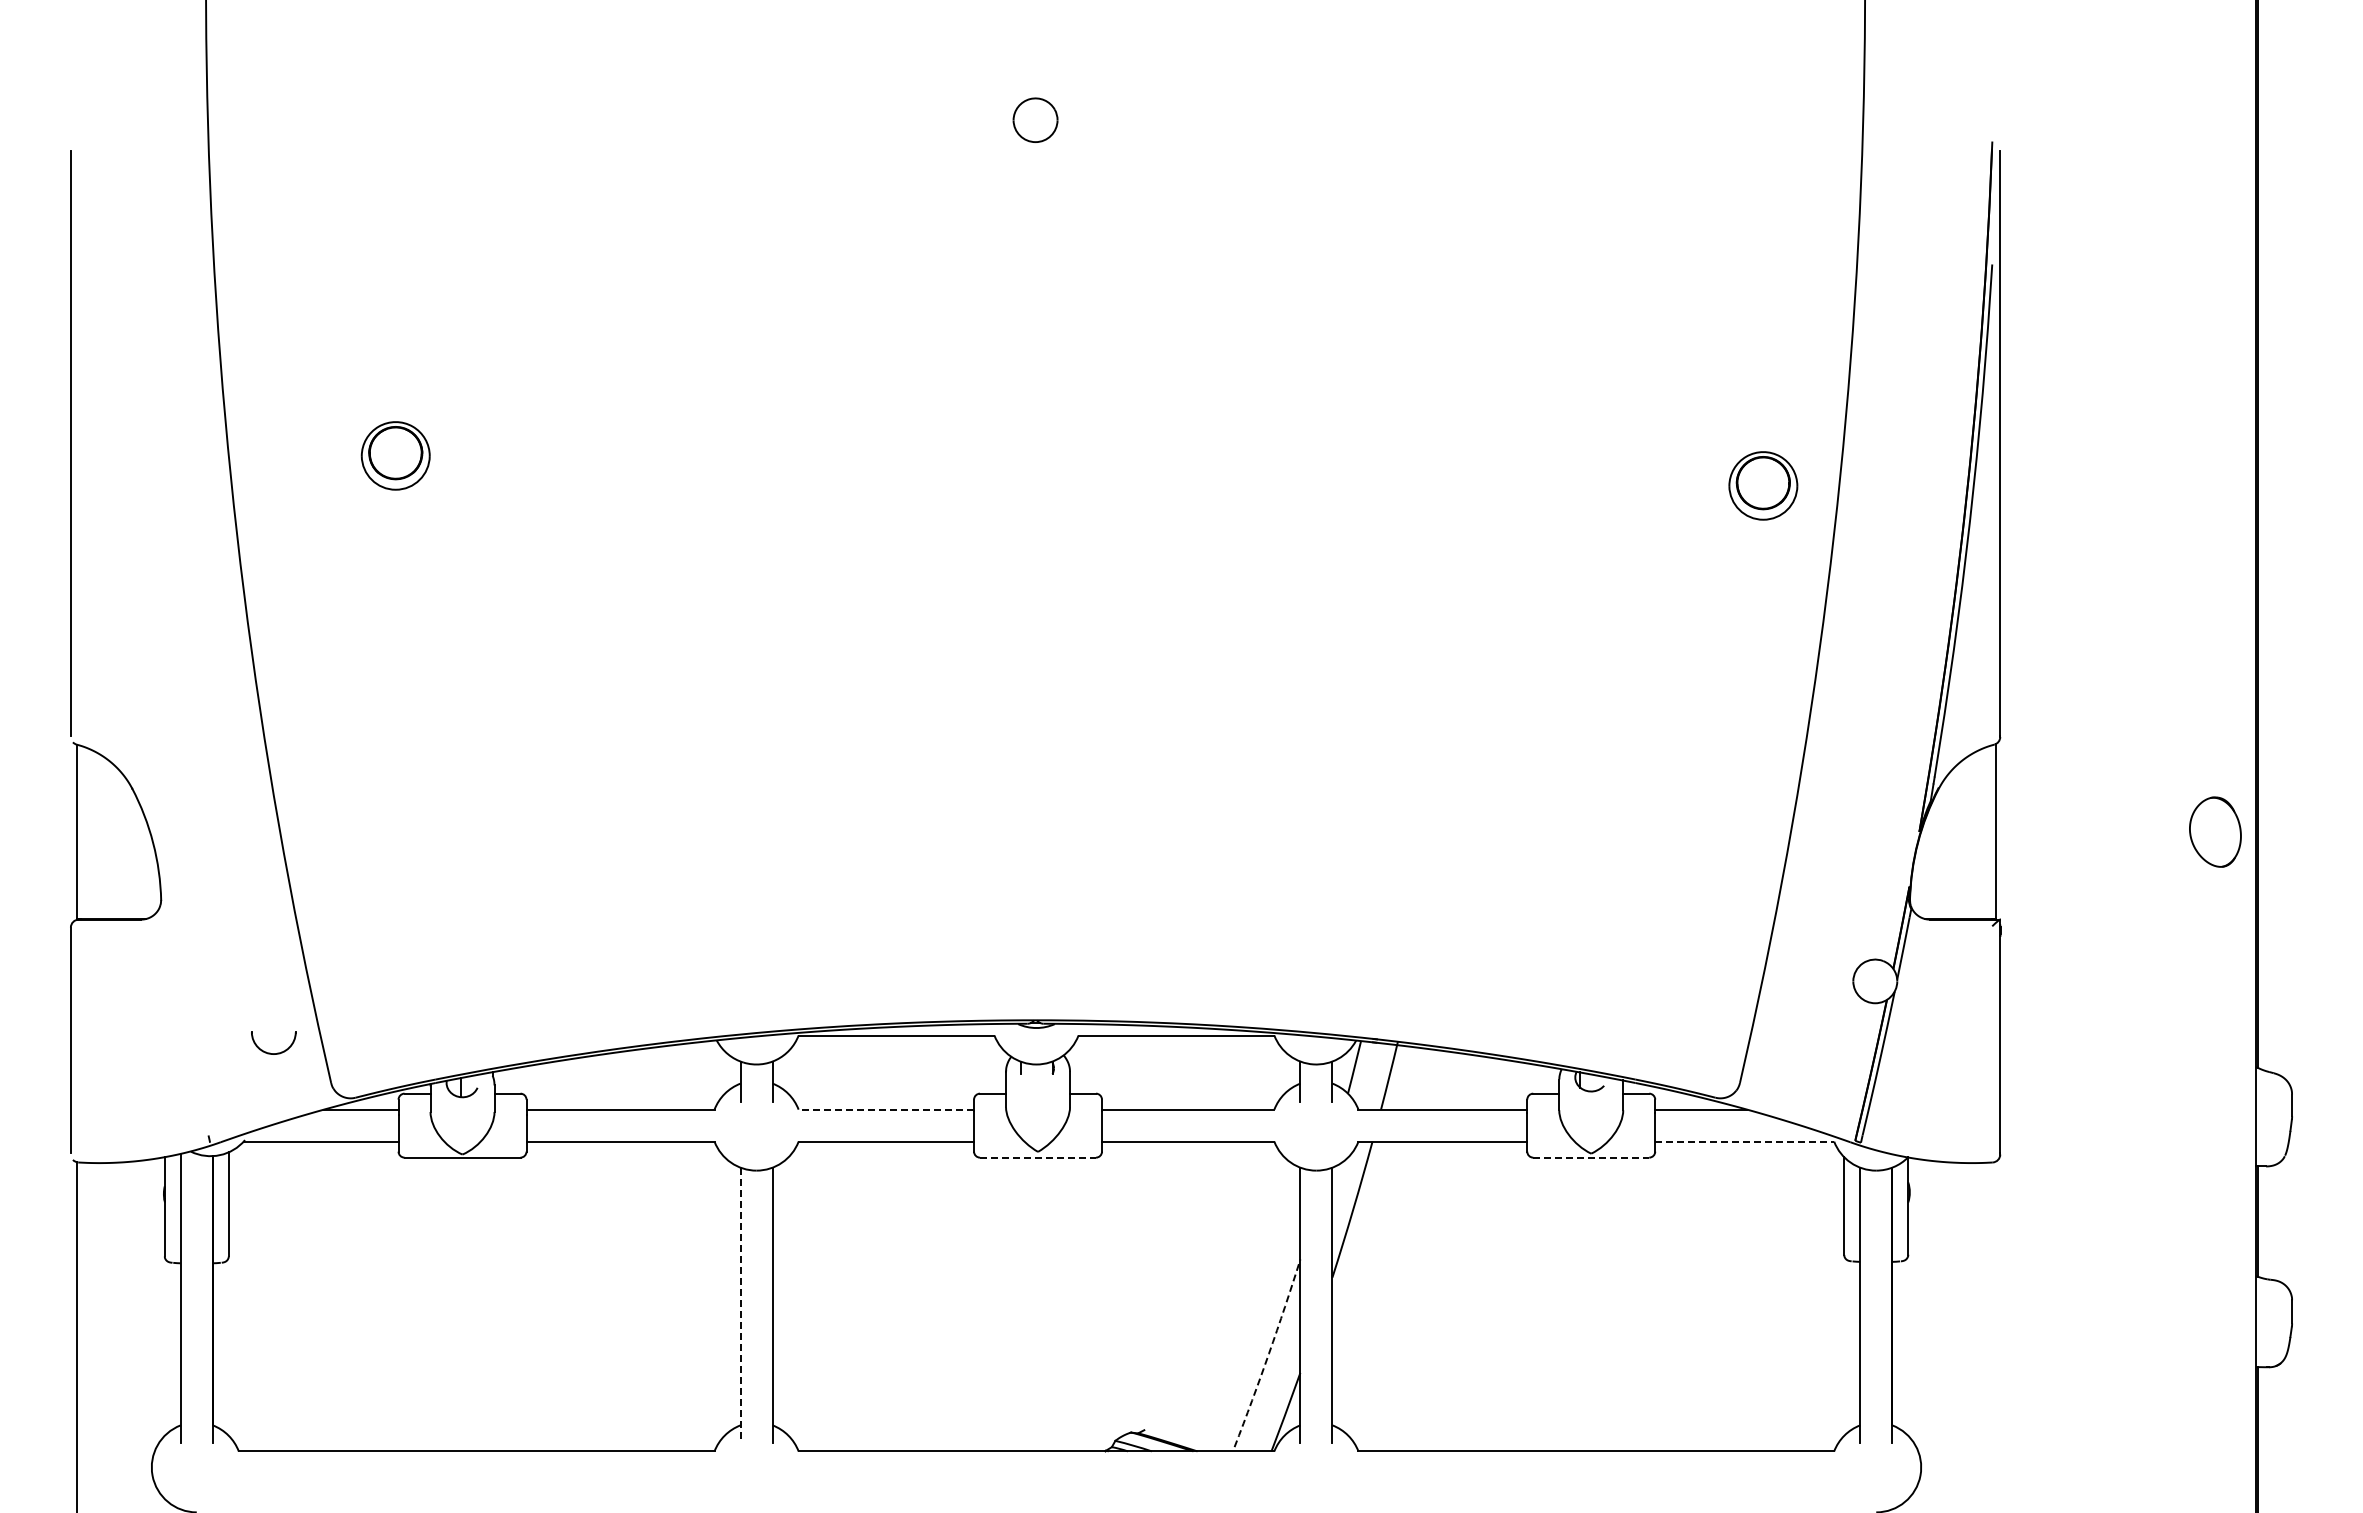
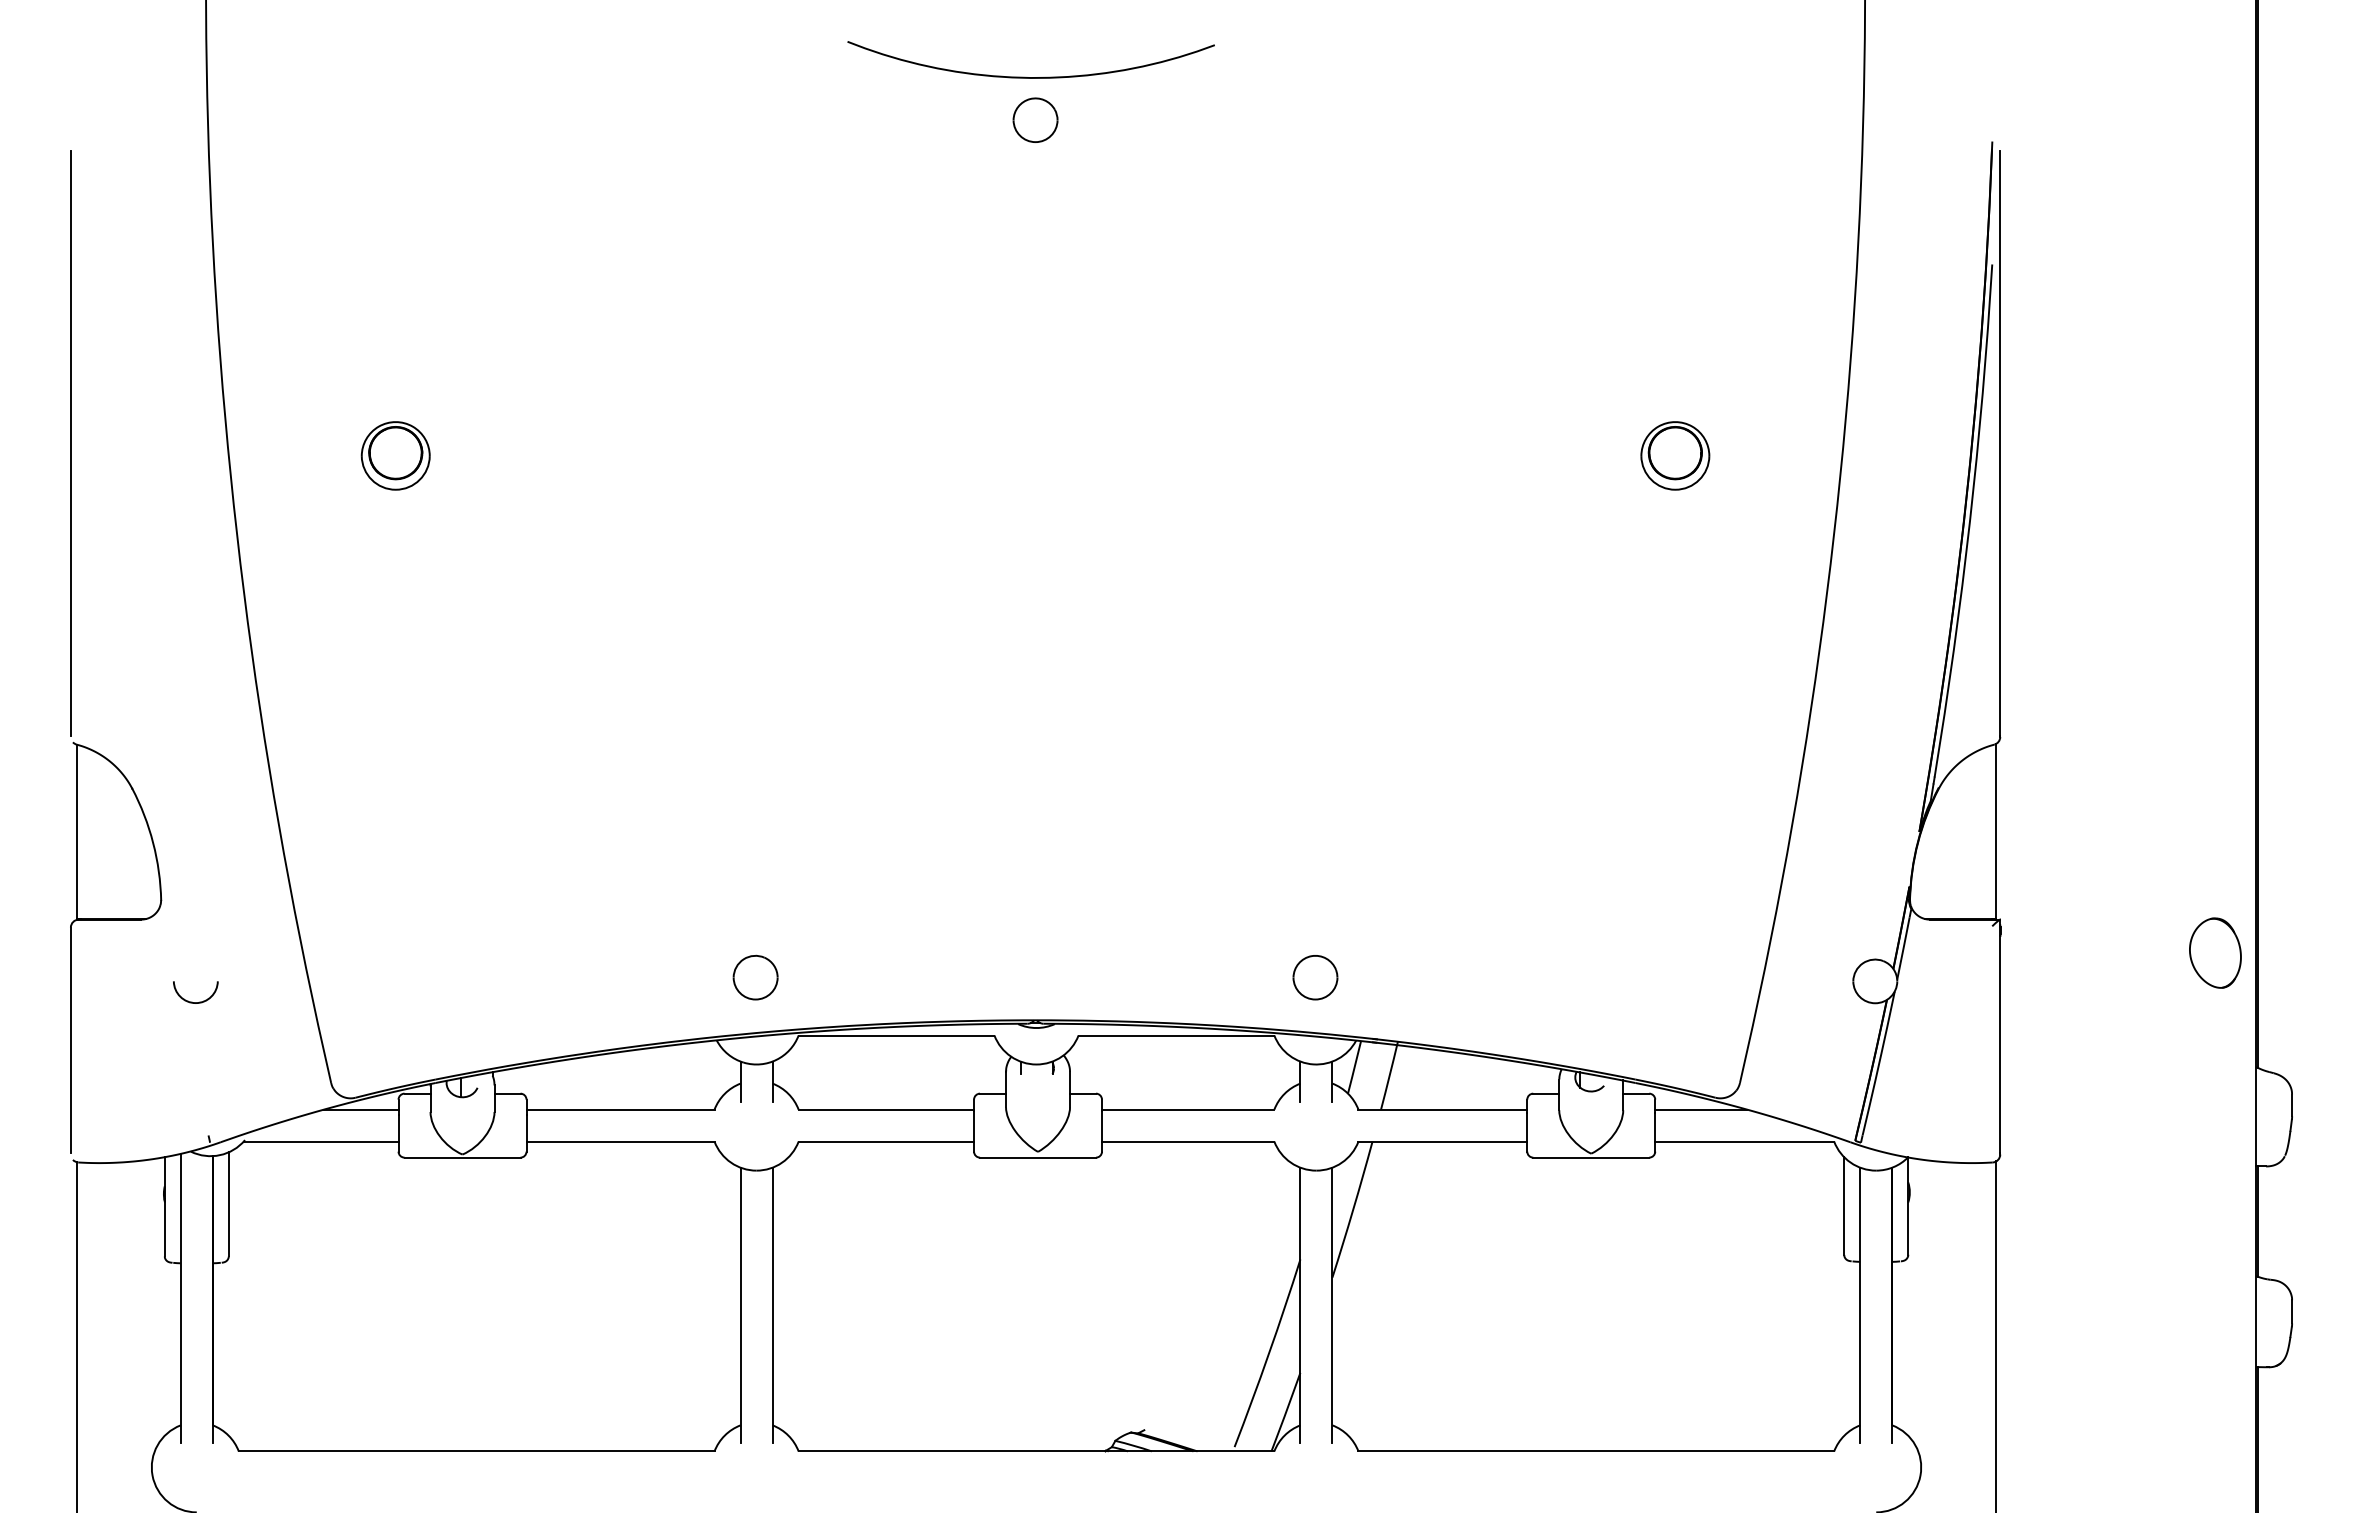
curve at (1025, 76): none -> present
part at (1763, 485) position: (1763, 485) -> (1675, 455)
part at (2215, 831) position: (2215, 831) -> (2215, 952)
part at (755, 977): none -> present
part at (1315, 977): none -> present
part at (270, 1052) position: (270, 1052) -> (192, 1001)
line at (886, 1109): dashed -> solid
line at (1745, 1141): dashed -> solid
line at (1038, 1157): dashed -> solid
line at (1591, 1157): dashed -> solid
line at (740, 1305): dashed -> solid
line at (1996, 1335): none -> present
arc at (1268, 1353): dashed -> solid
